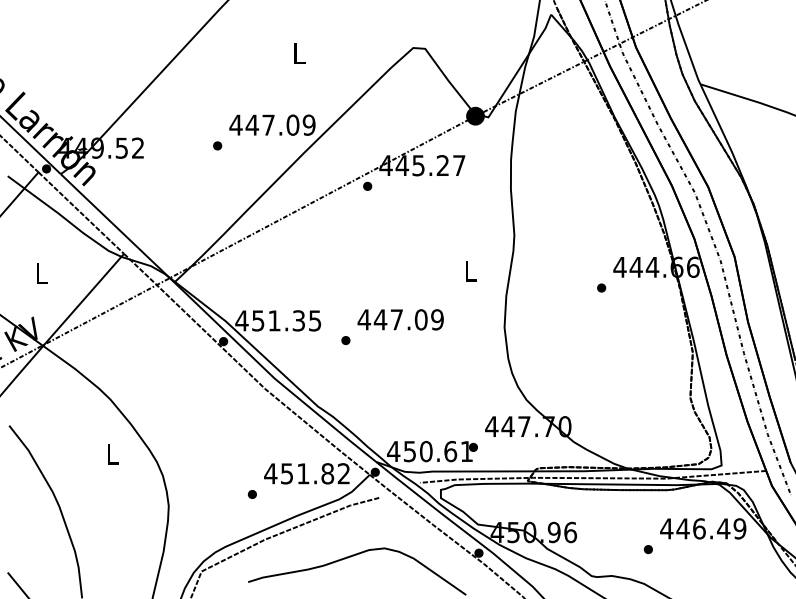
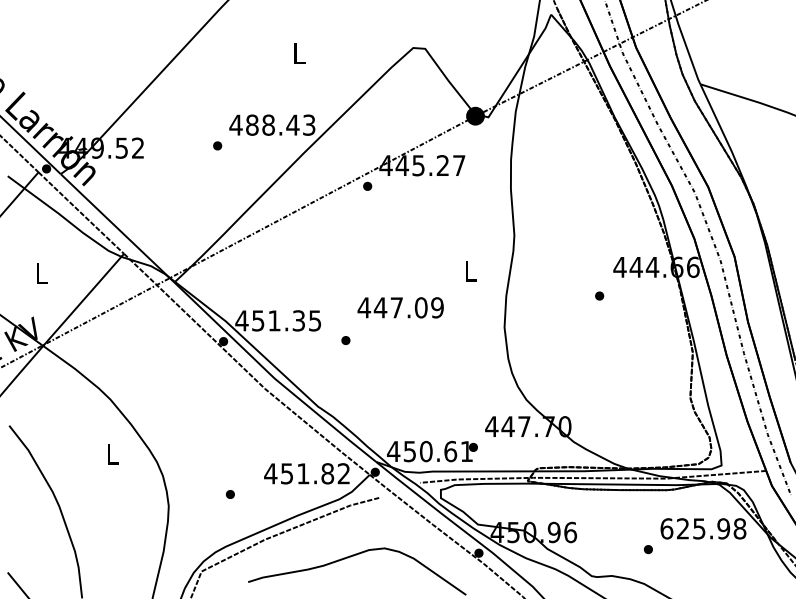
text at (280, 124): 447.09 -> 488.43
part at (601, 287) position: (601, 287) -> (599, 295)
text at (400, 319) position: (400, 319) -> (400, 307)
part at (251, 494) position: (251, 494) -> (229, 494)
text at (703, 528): 446.49 -> 625.98
